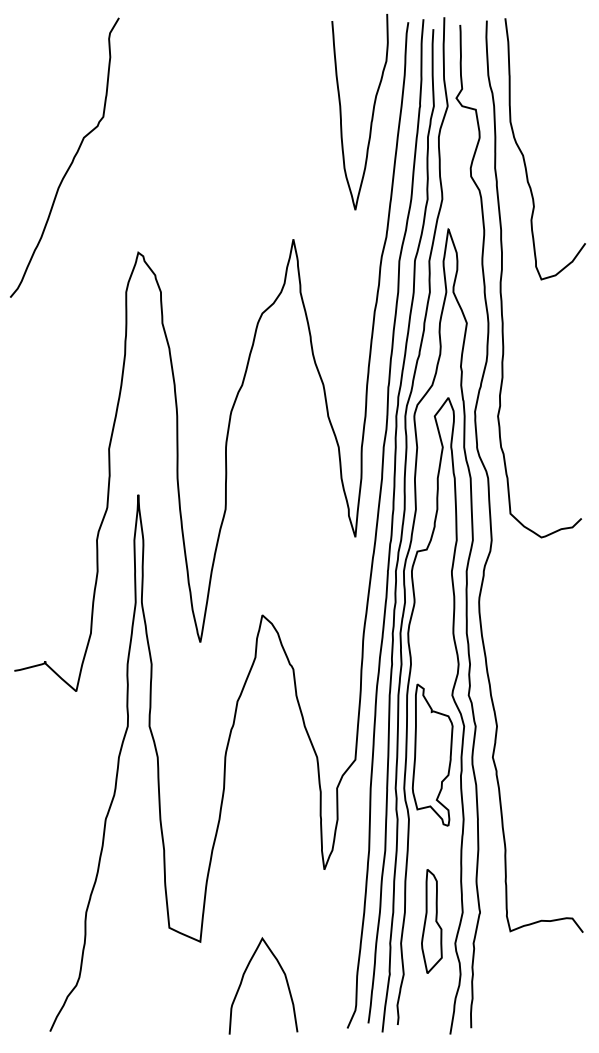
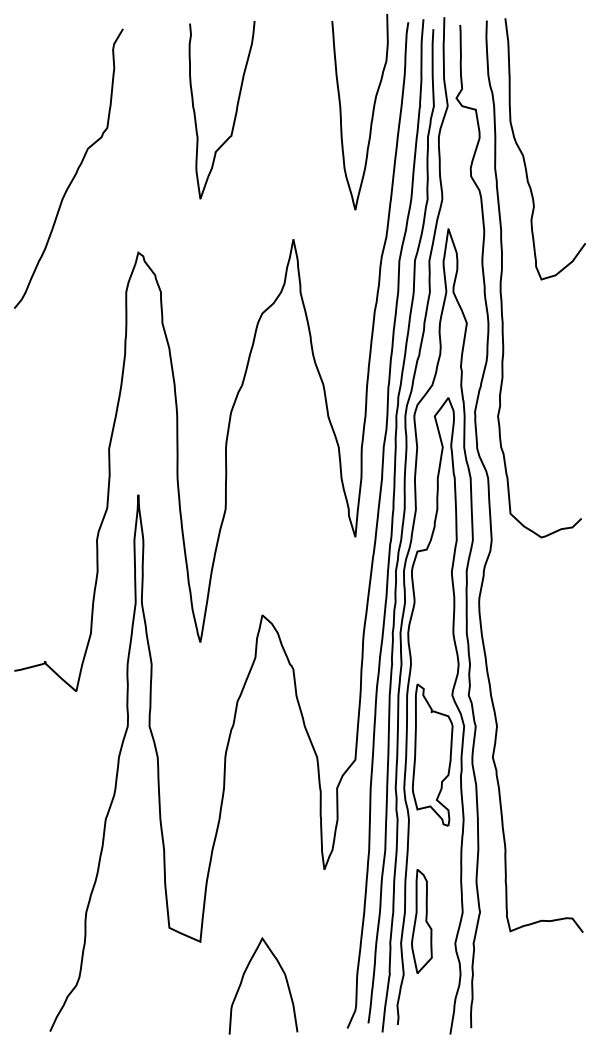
curve at (234, 115): none -> present
curve at (72, 158) position: (72, 158) -> (76, 169)
part at (431, 921) position: (431, 921) -> (421, 921)
